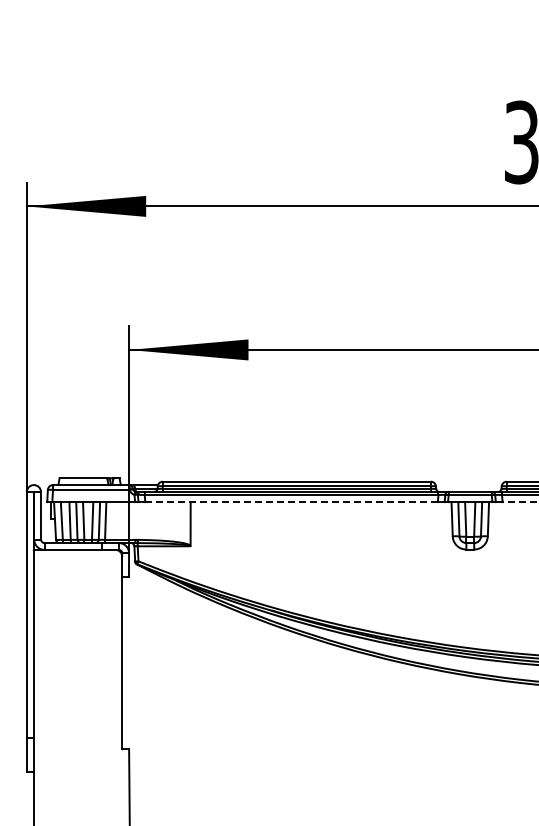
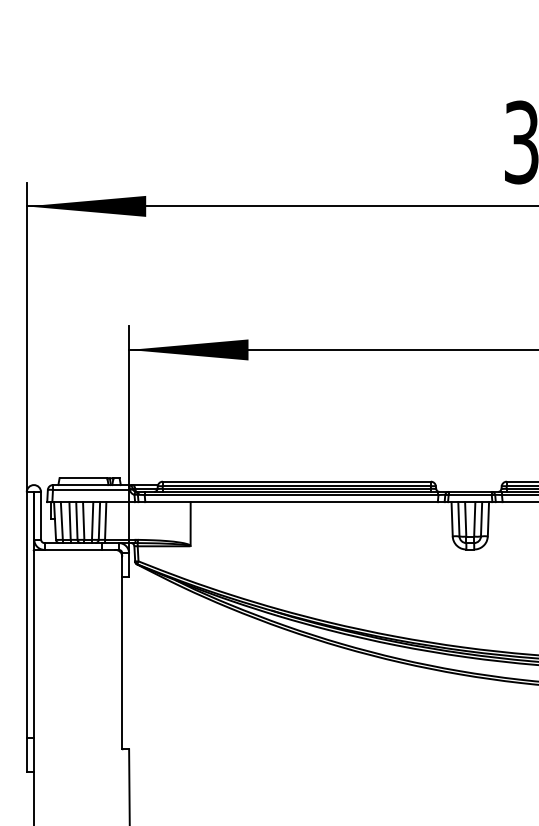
line at (291, 502): dashed -> solid
line at (520, 502): dashed -> solid
